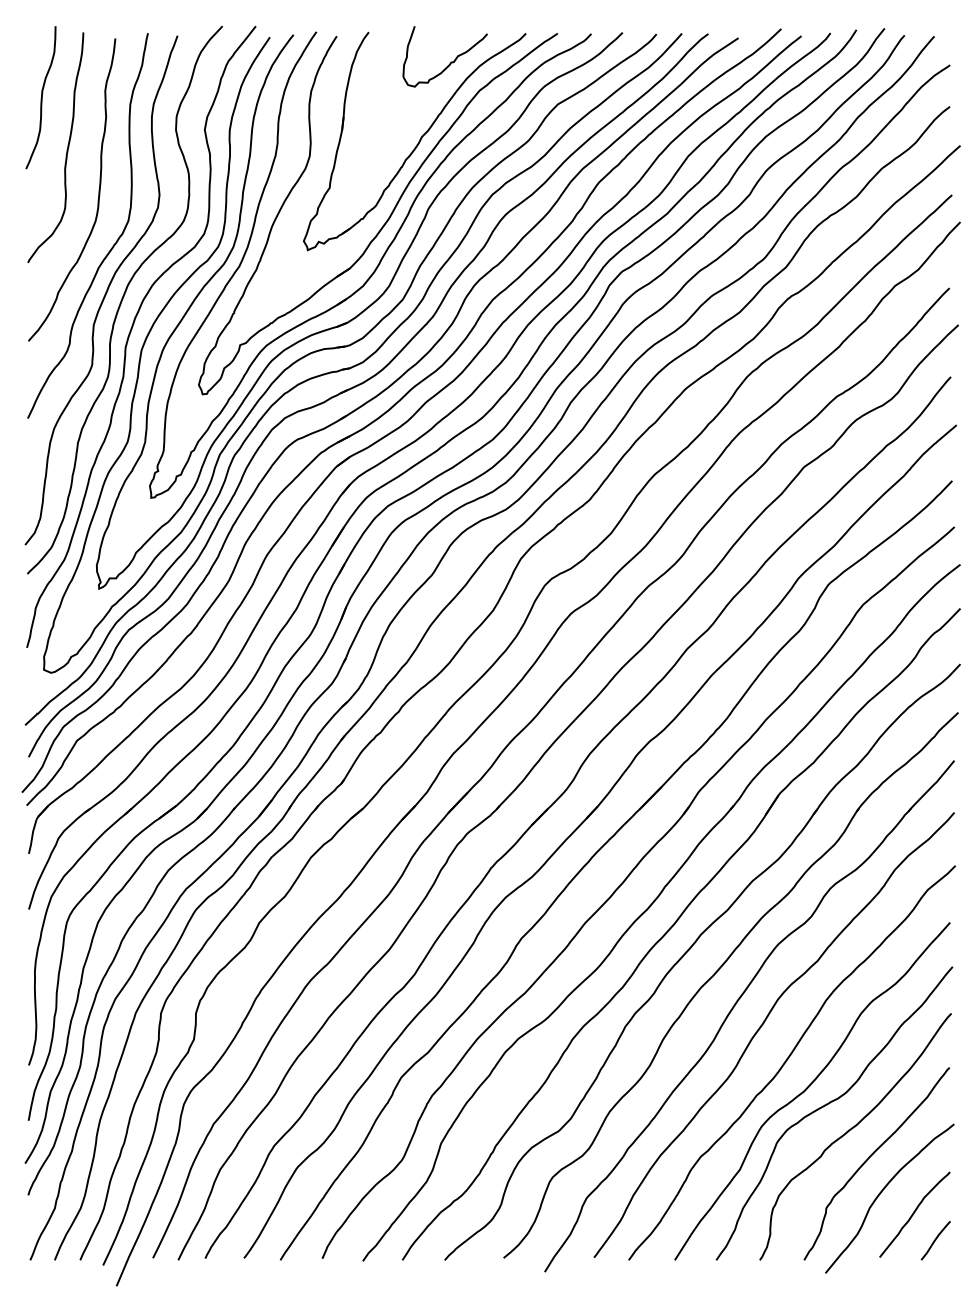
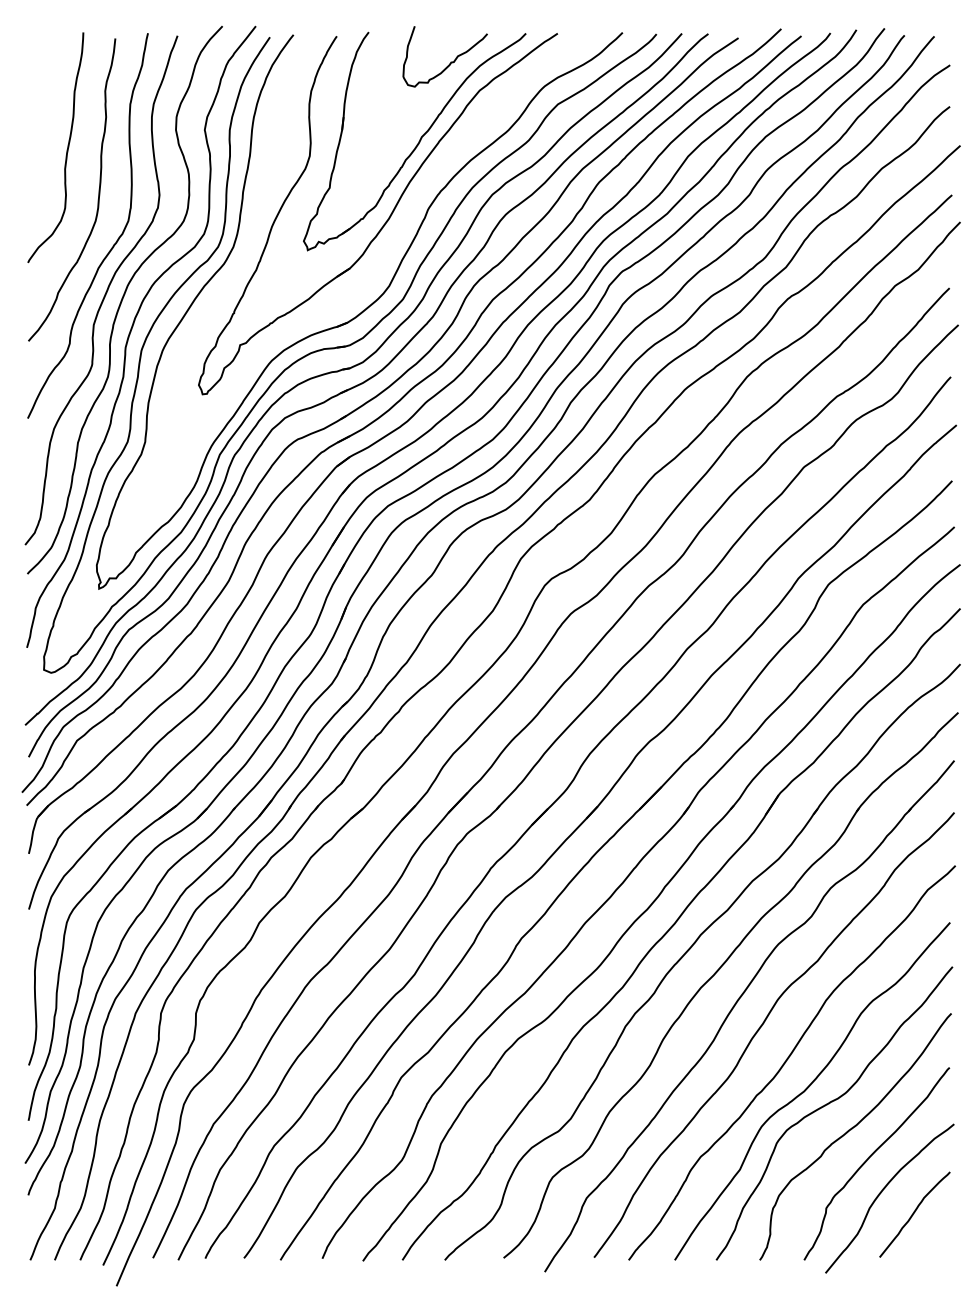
curve at (41, 97): present -> none
part at (376, 266): present -> none
curve at (935, 1240): present -> none
